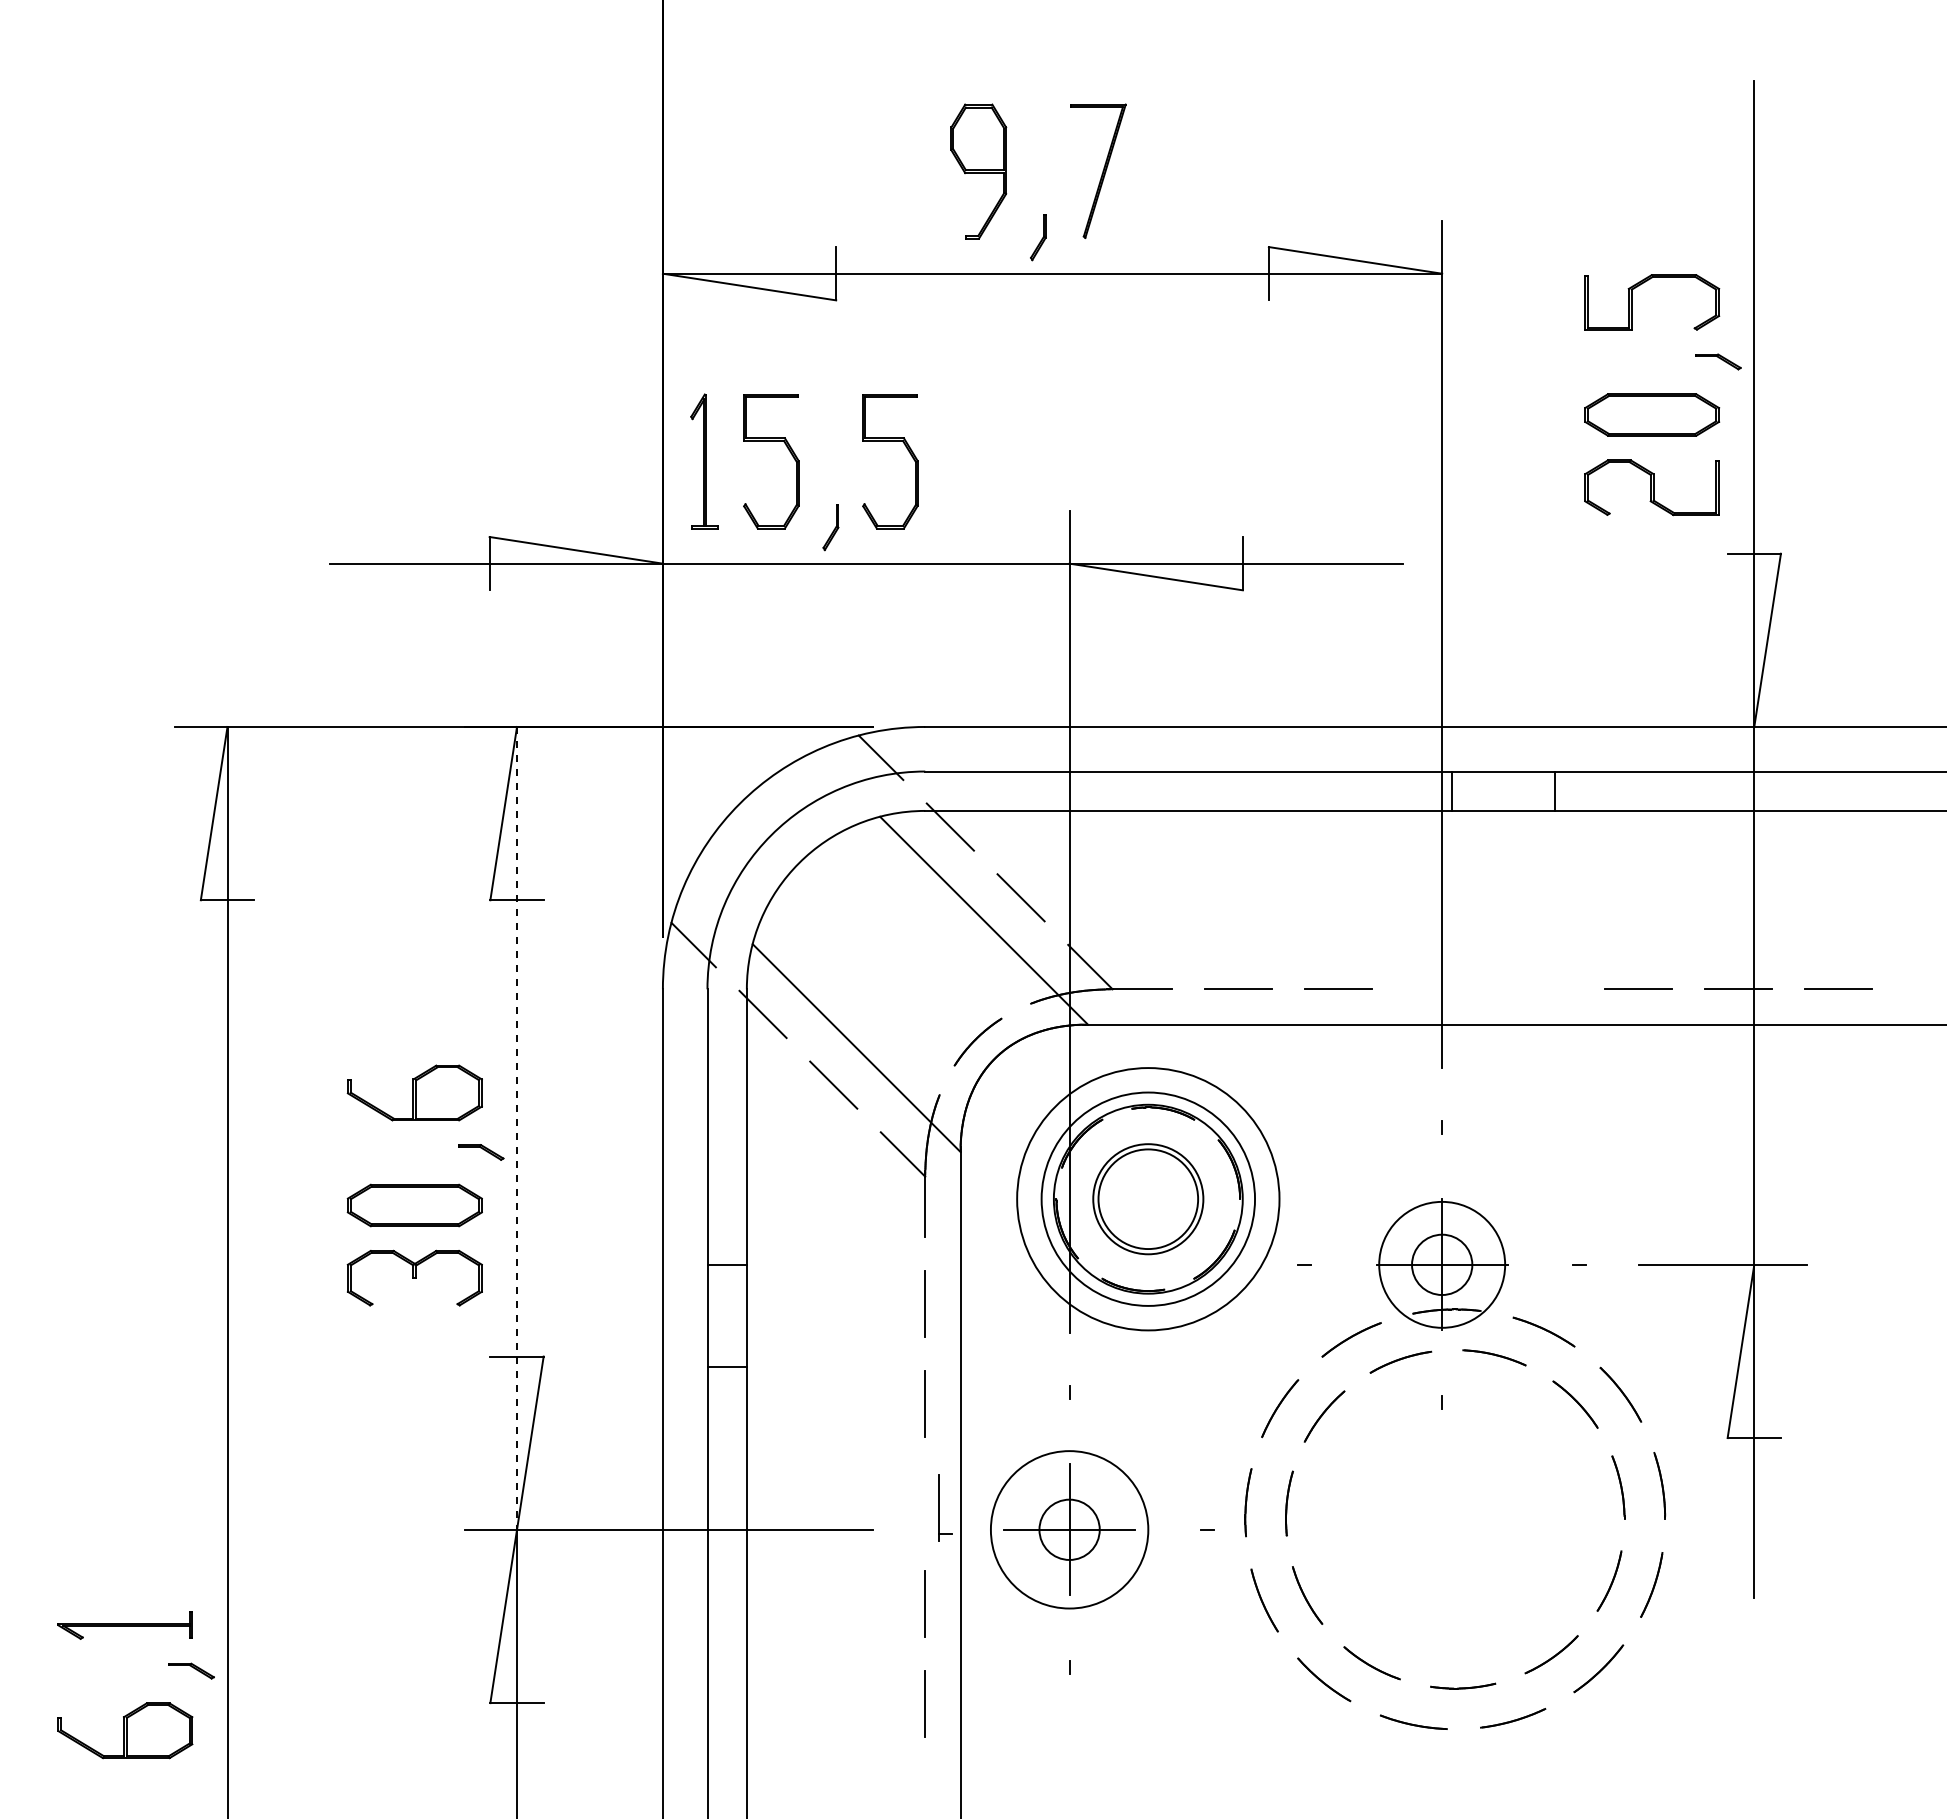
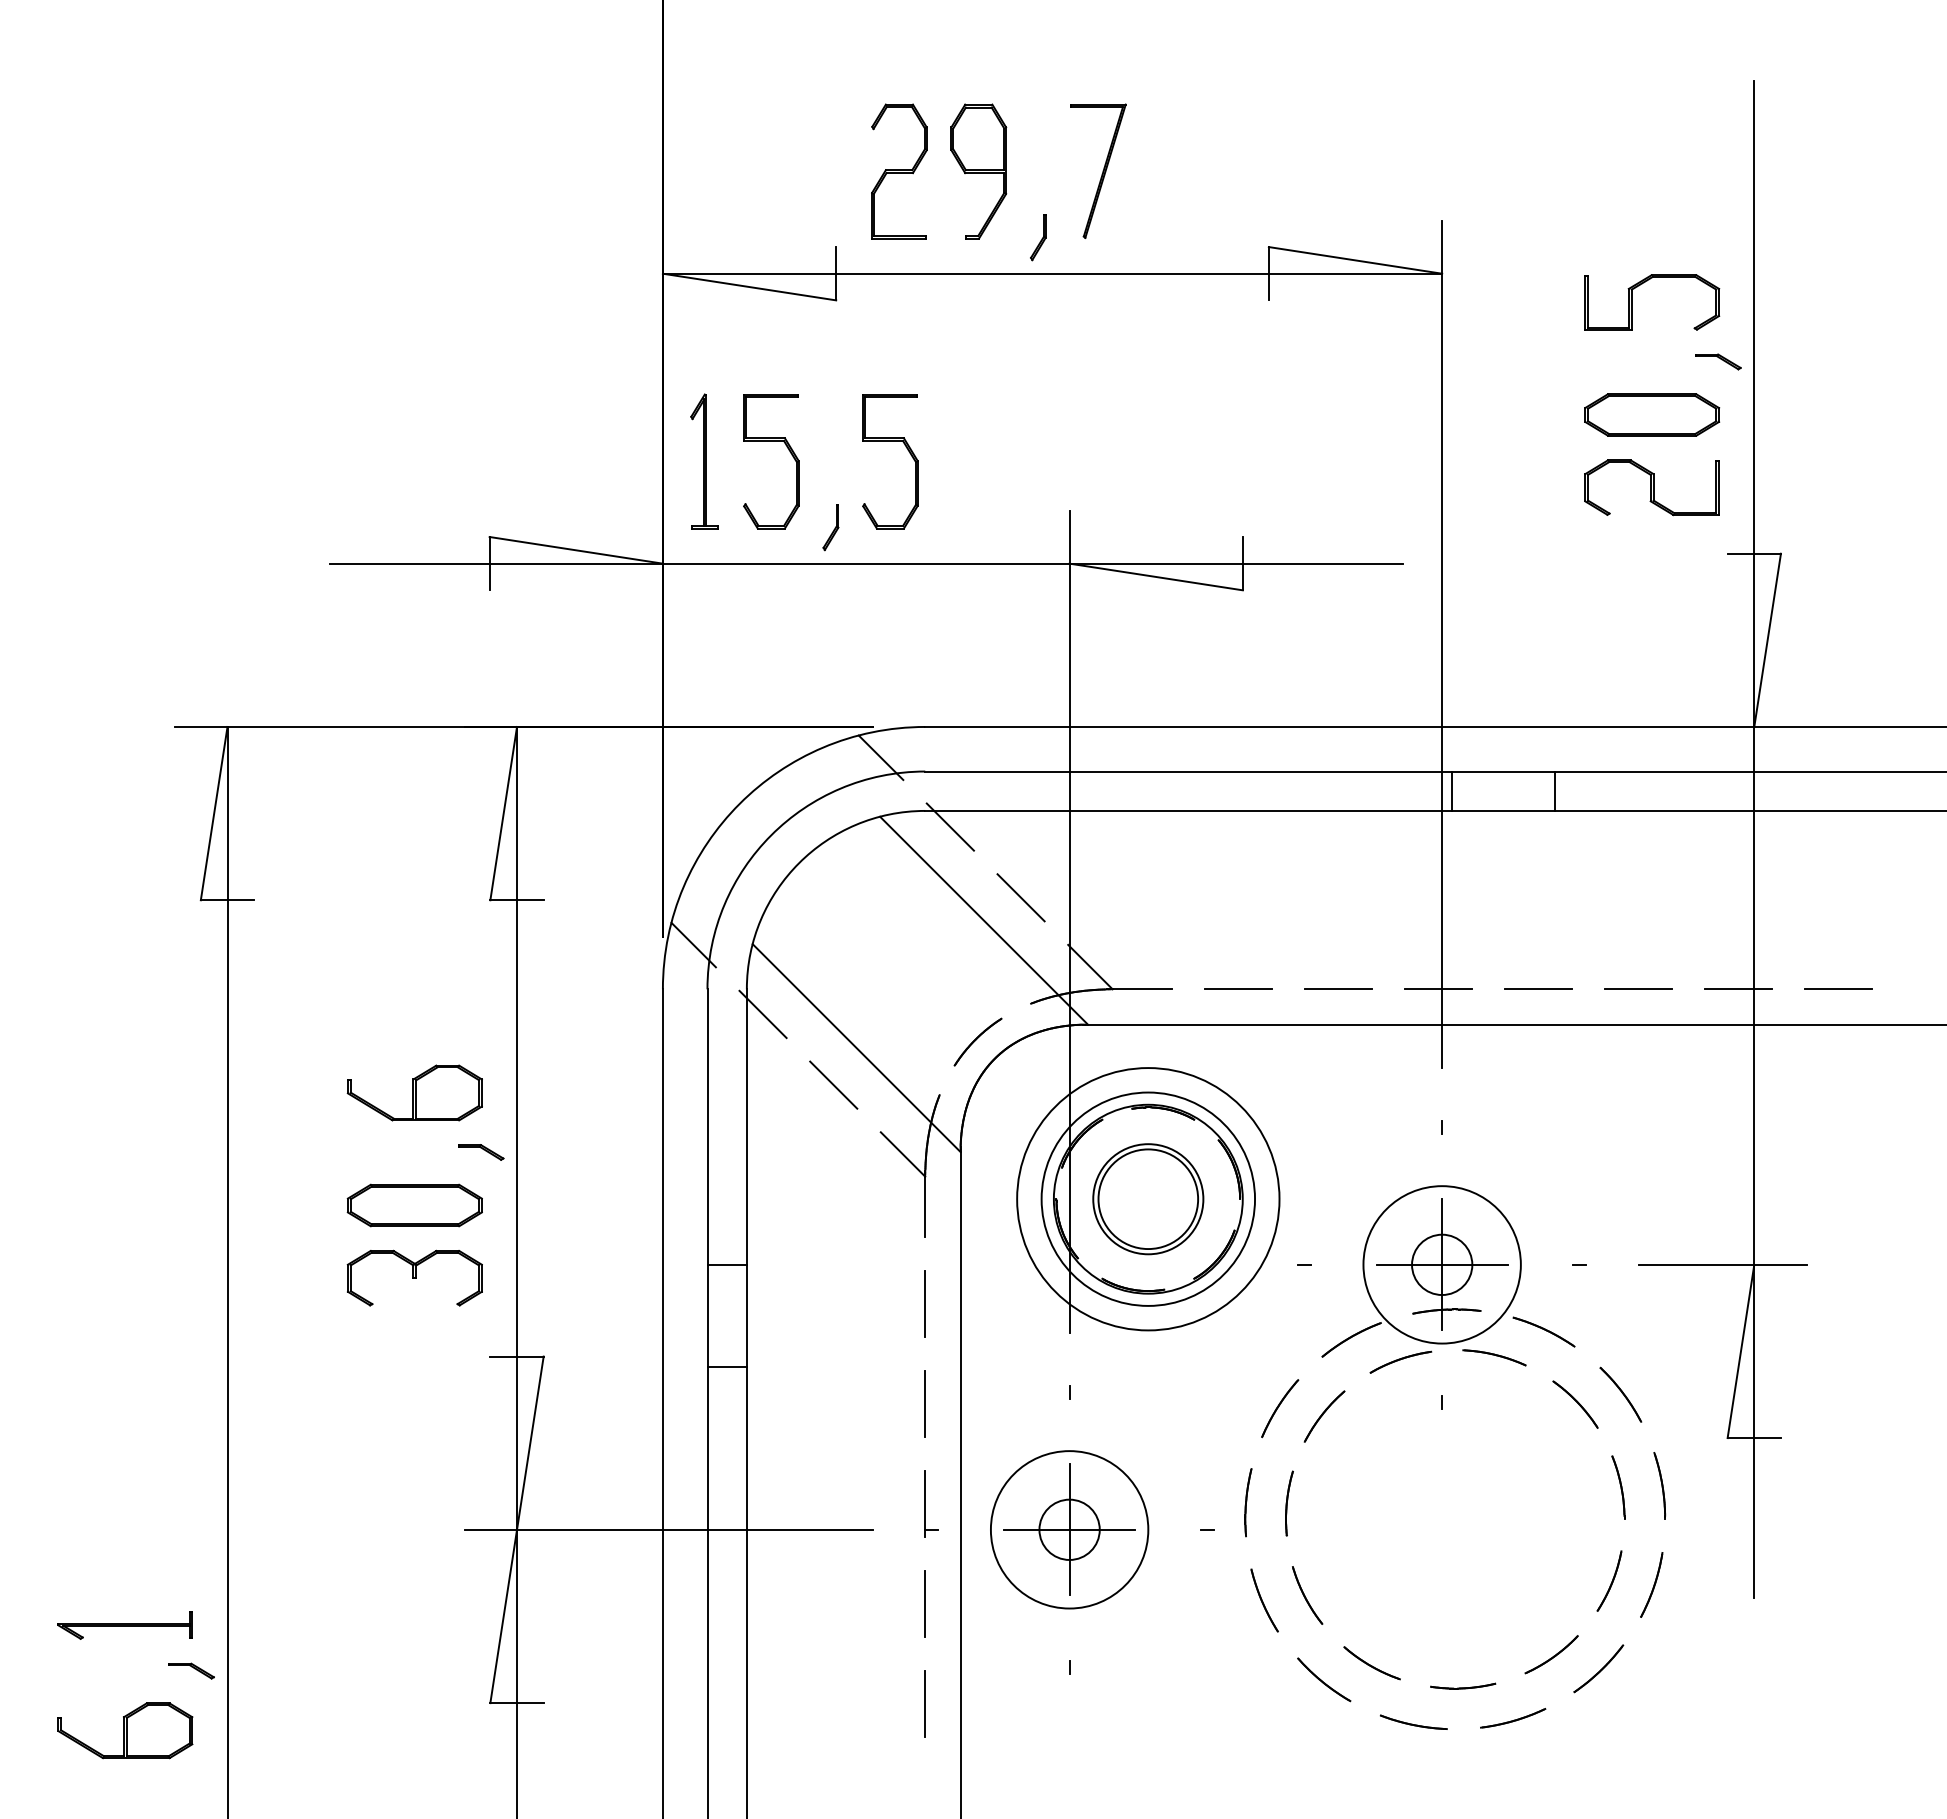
part at (899, 171): none -> present
line at (1438, 989): none -> present
line at (1538, 989): none -> present
line at (517, 1128): dashed -> solid
circle at (1442, 1264) diameter: 126 px -> 157 px
part at (945, 1507) position: (945, 1507) -> (931, 1503)
